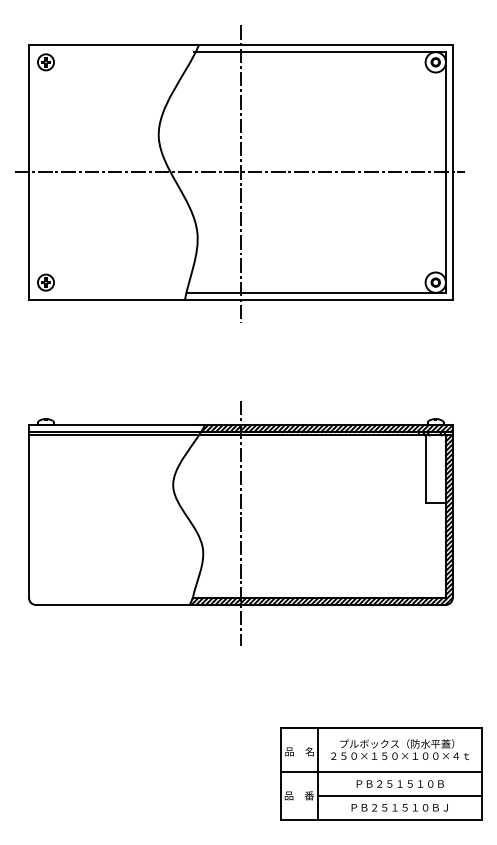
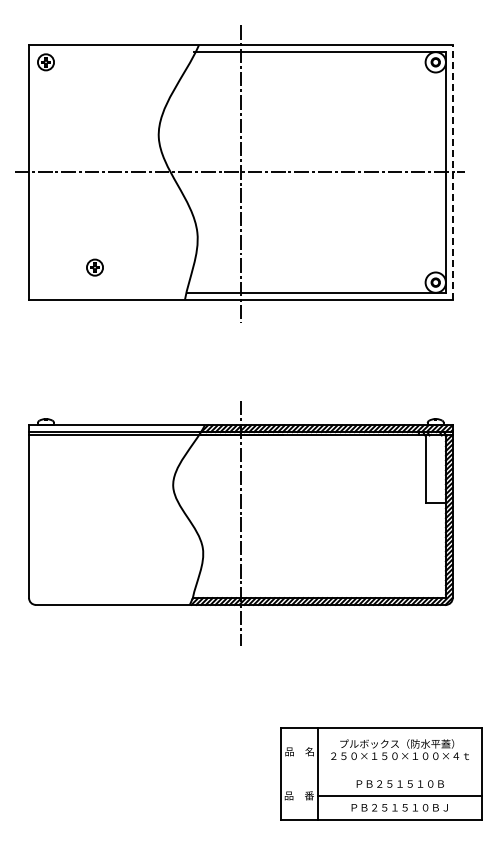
line at (452, 172): solid -> dashed
part at (45, 282) position: (45, 282) -> (94, 267)
line at (381, 772): present -> none
